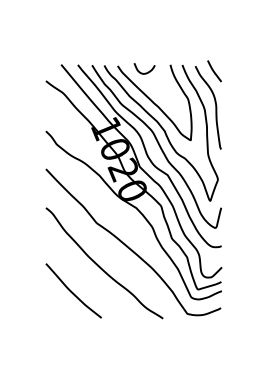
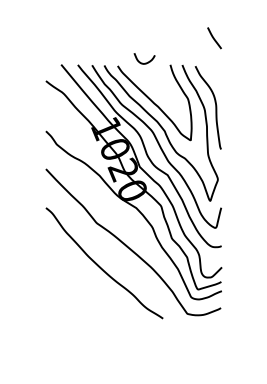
line at (214, 71) position: (214, 71) -> (214, 38)
curve at (145, 72) position: (145, 72) -> (145, 62)
curve at (72, 291): present -> none
